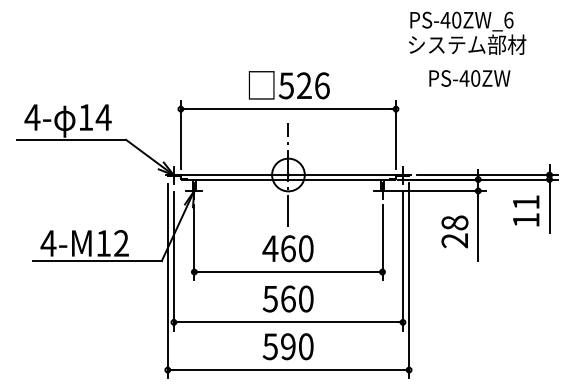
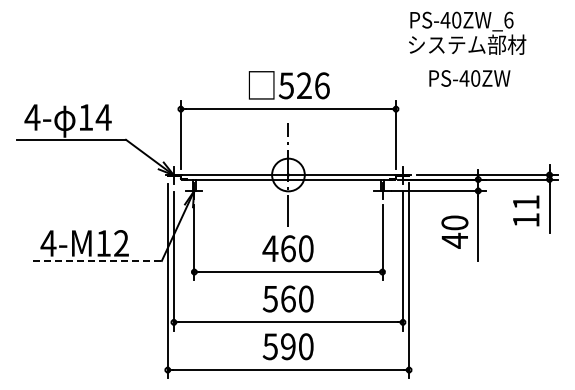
text at (454, 231): 28 -> 40
line at (97, 260): solid -> dashed
